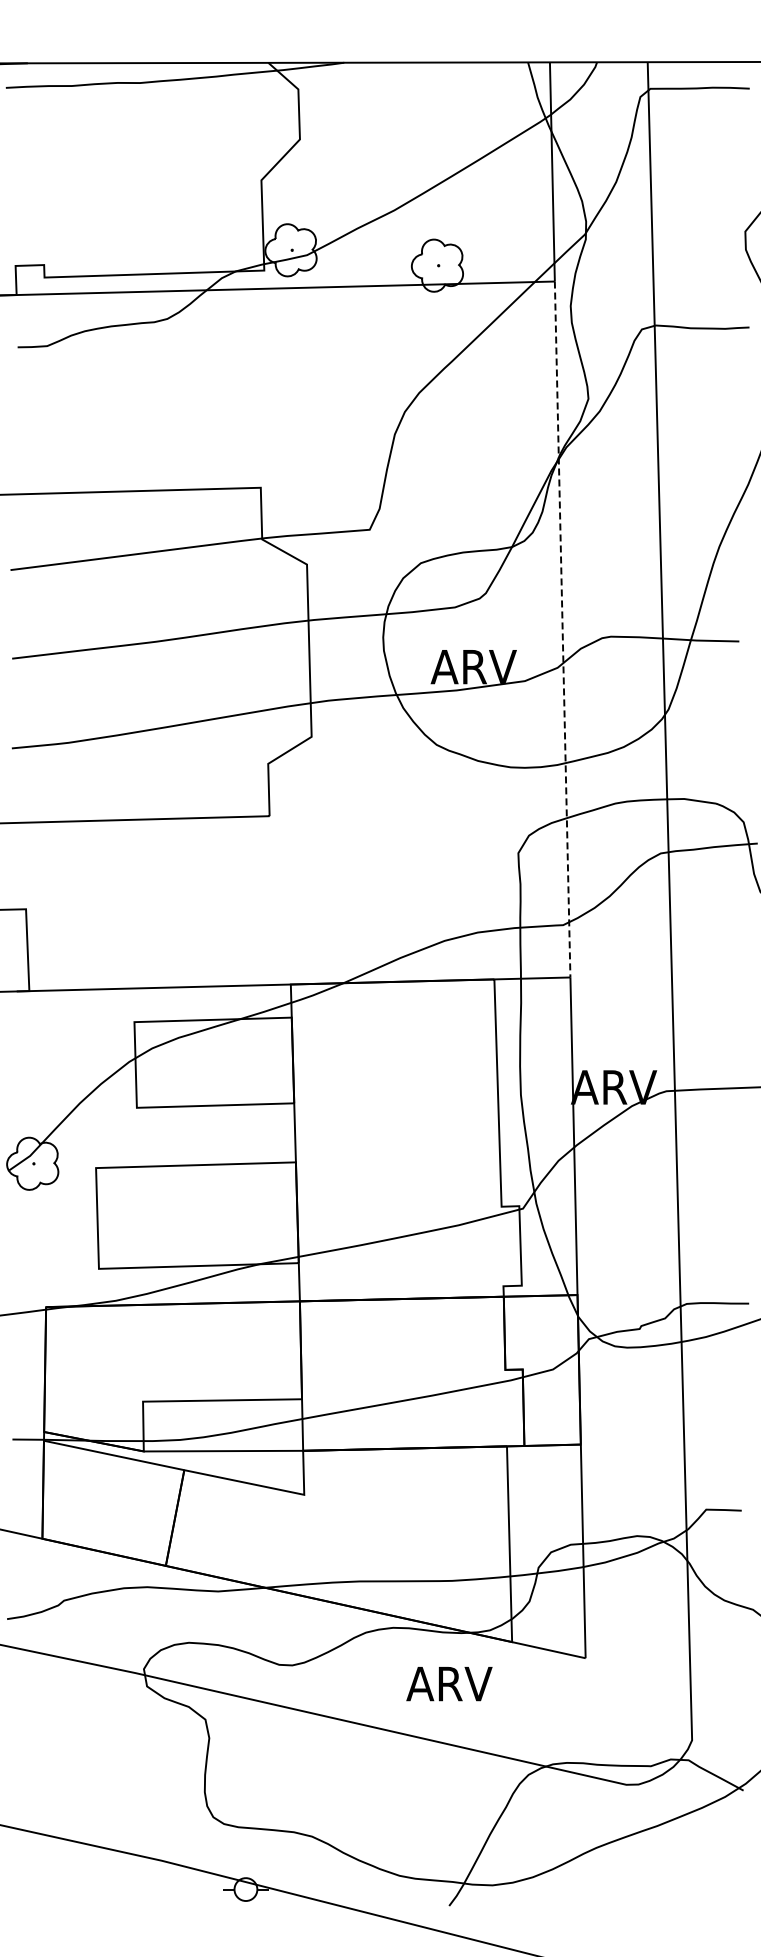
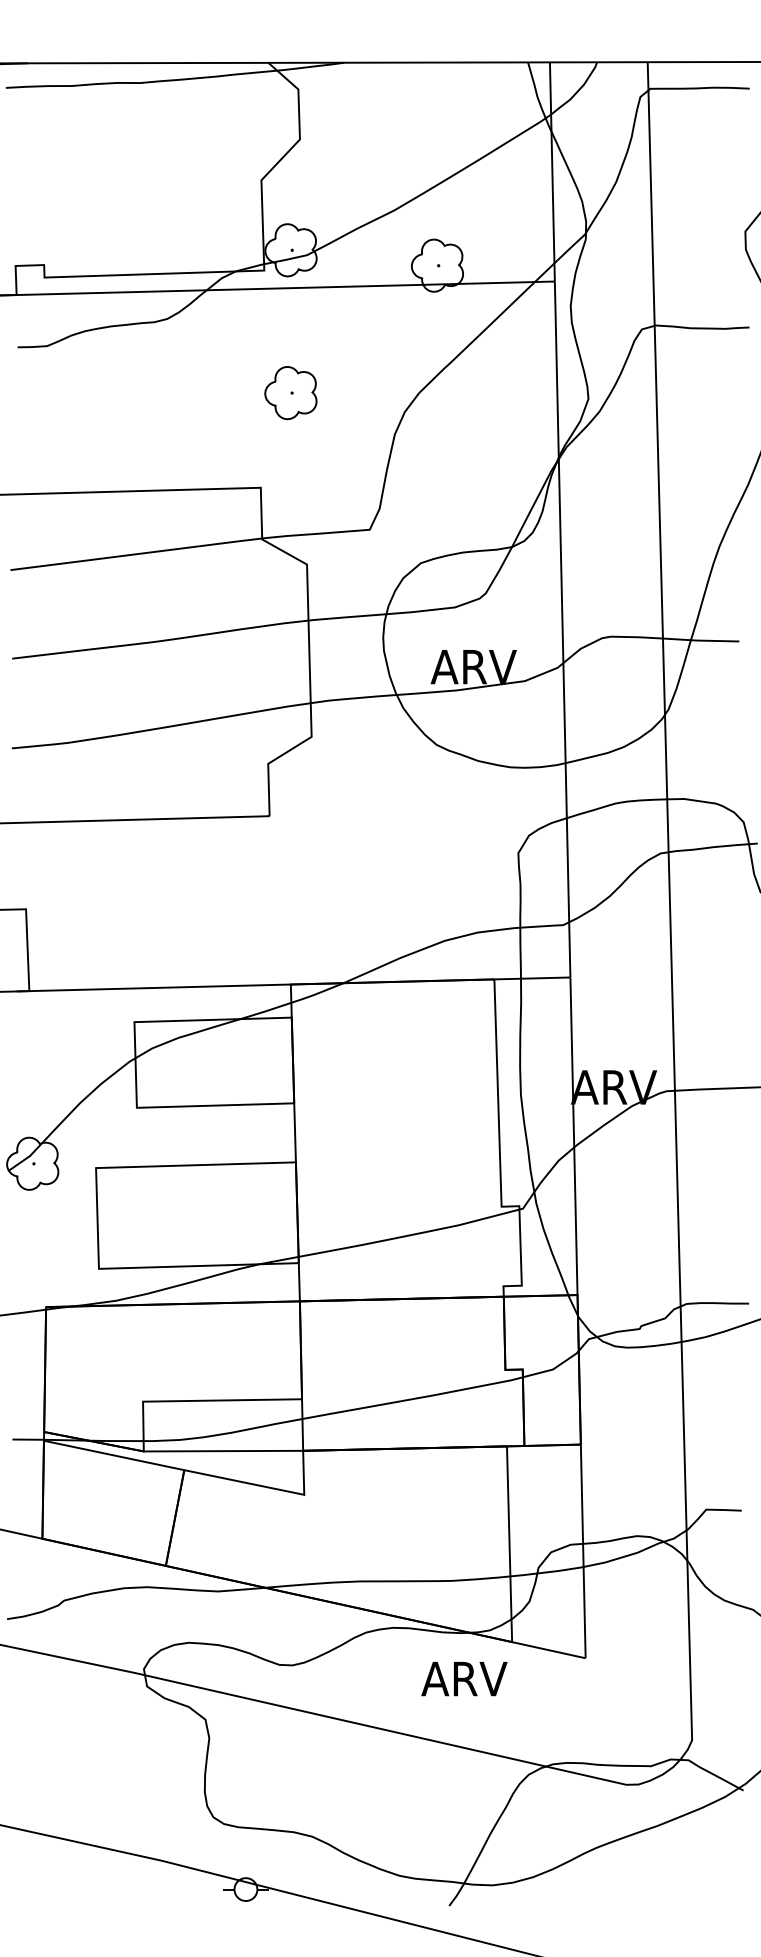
part at (290, 393): none -> present
line at (562, 630): dashed -> solid
text at (449, 1684) position: (449, 1684) -> (464, 1679)
